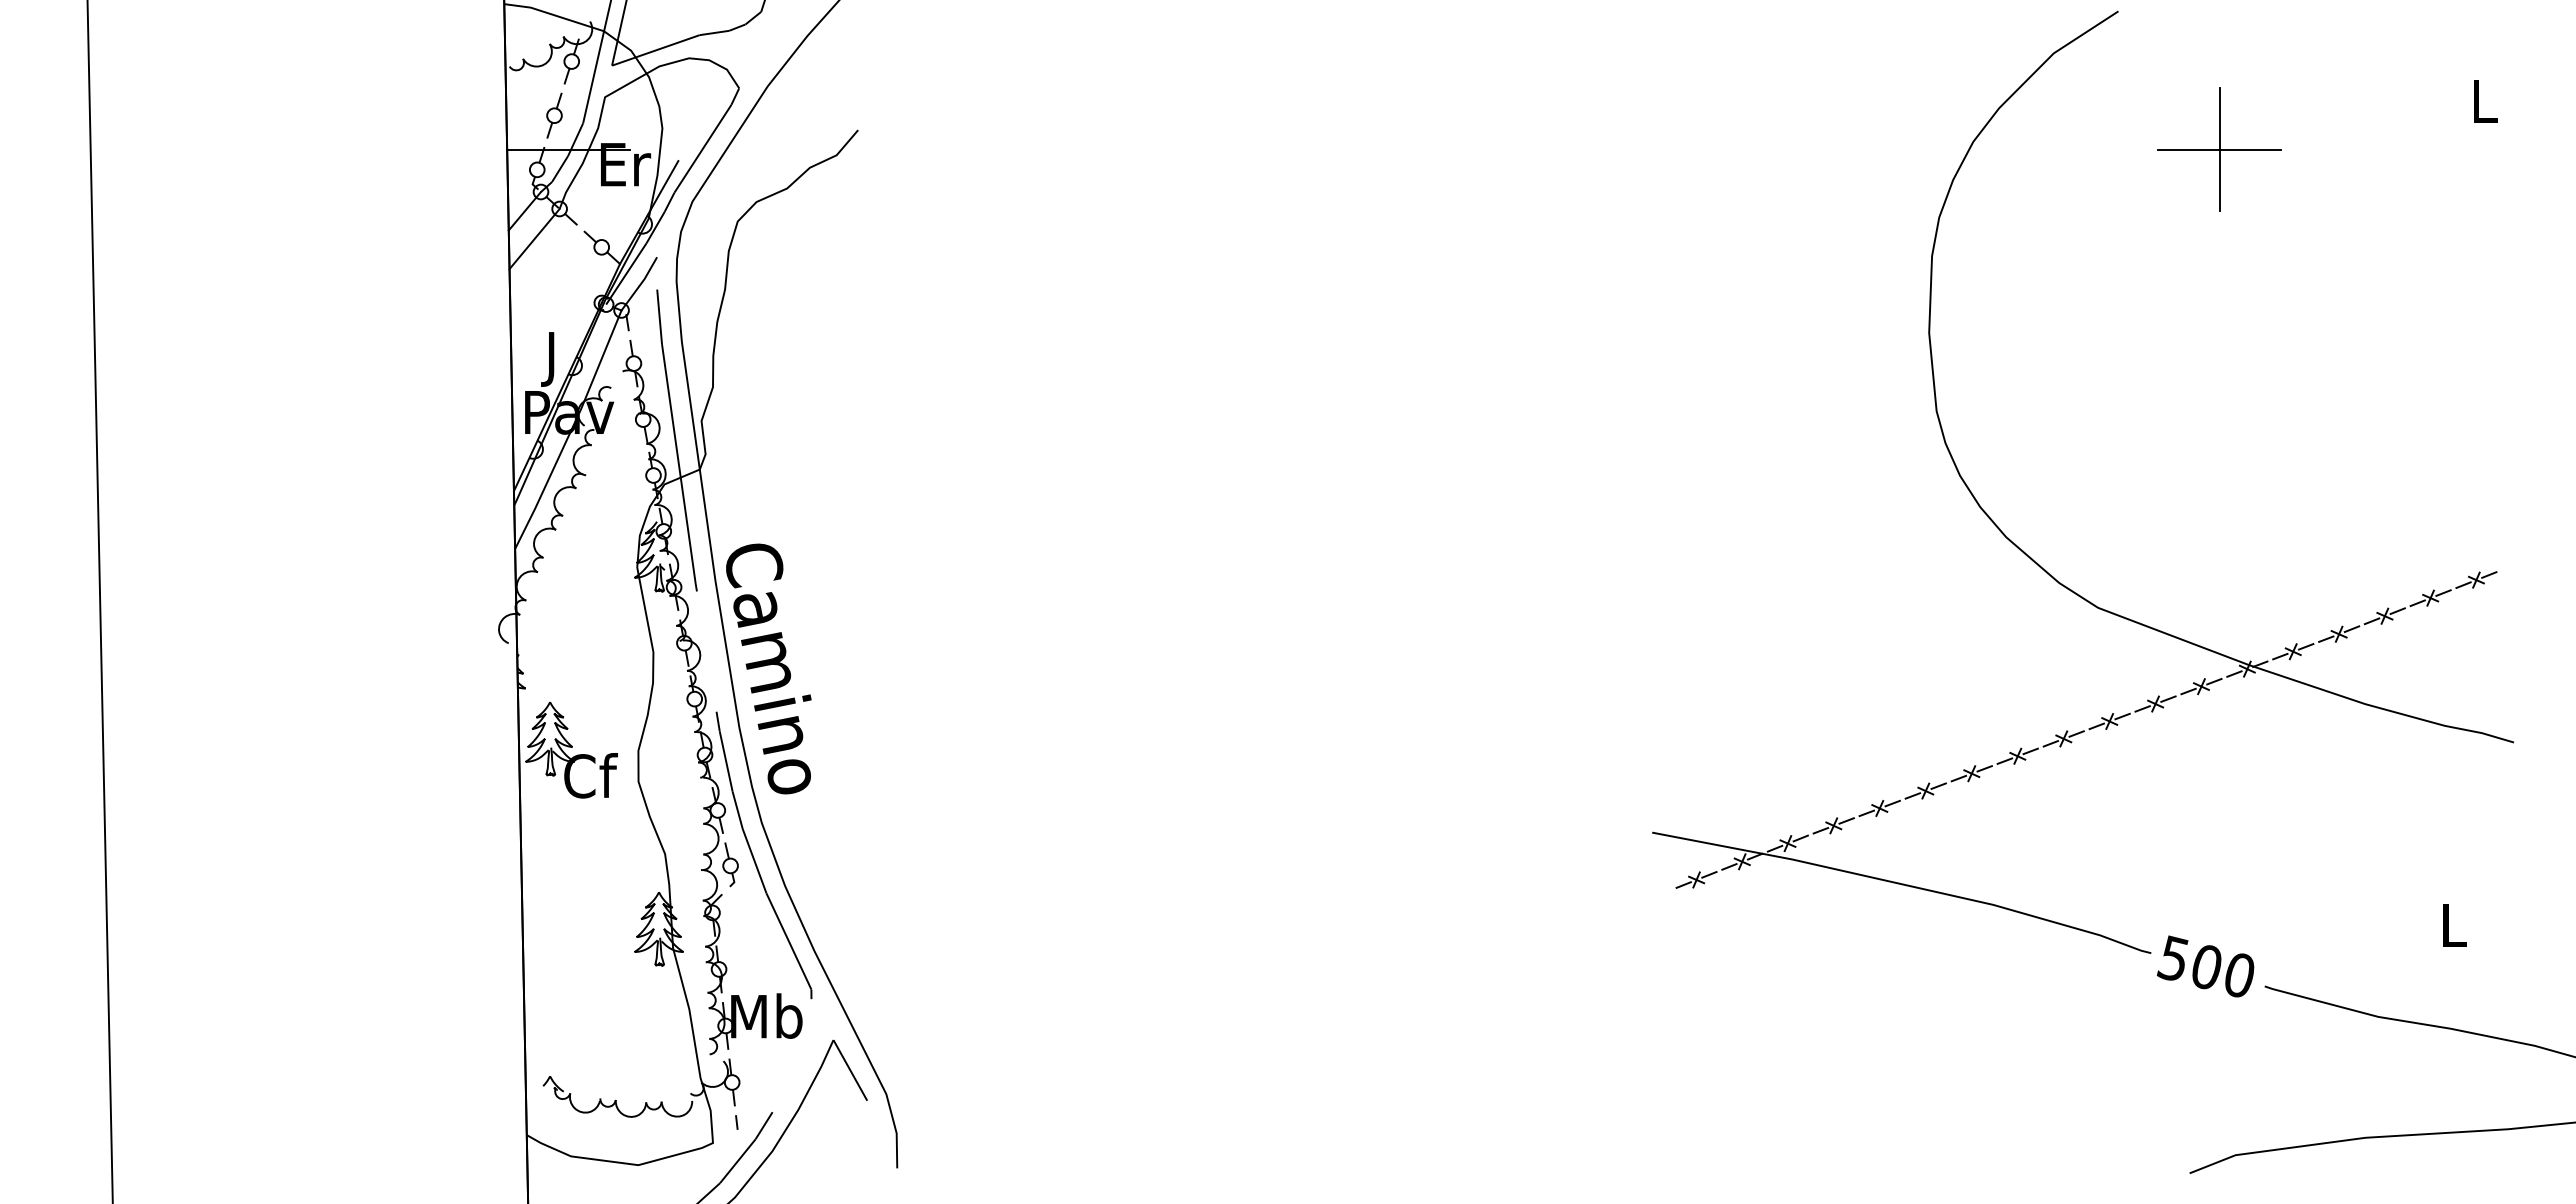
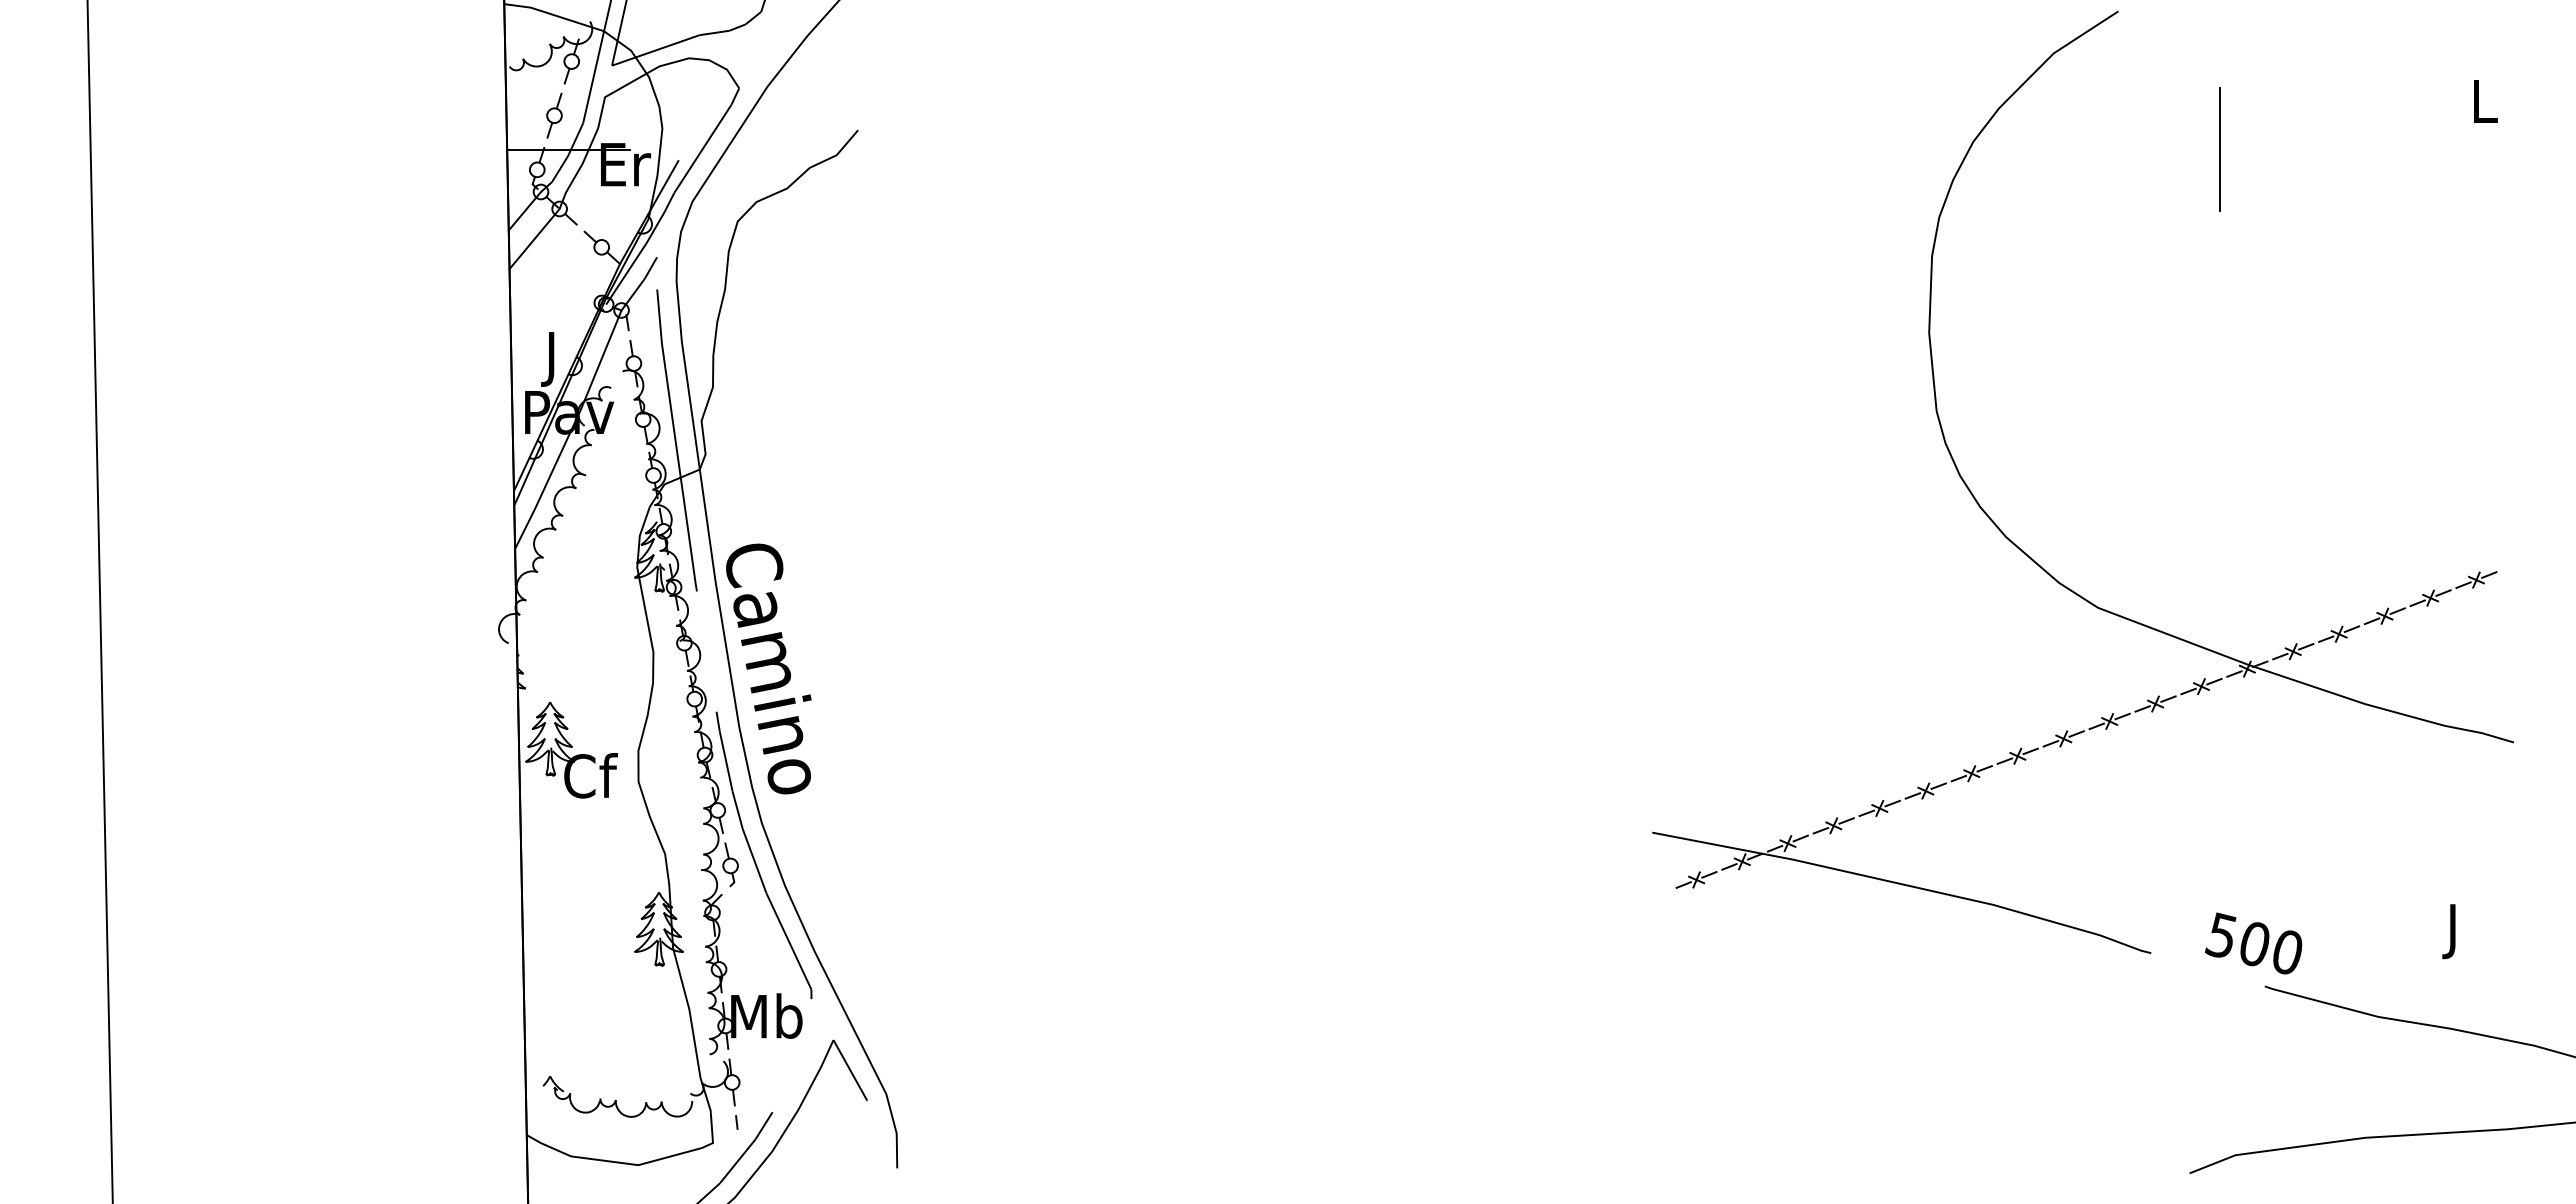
line at (2219, 149): present -> none
text at (2454, 931): L -> J
text at (2205, 966) position: (2205, 966) -> (2253, 943)
